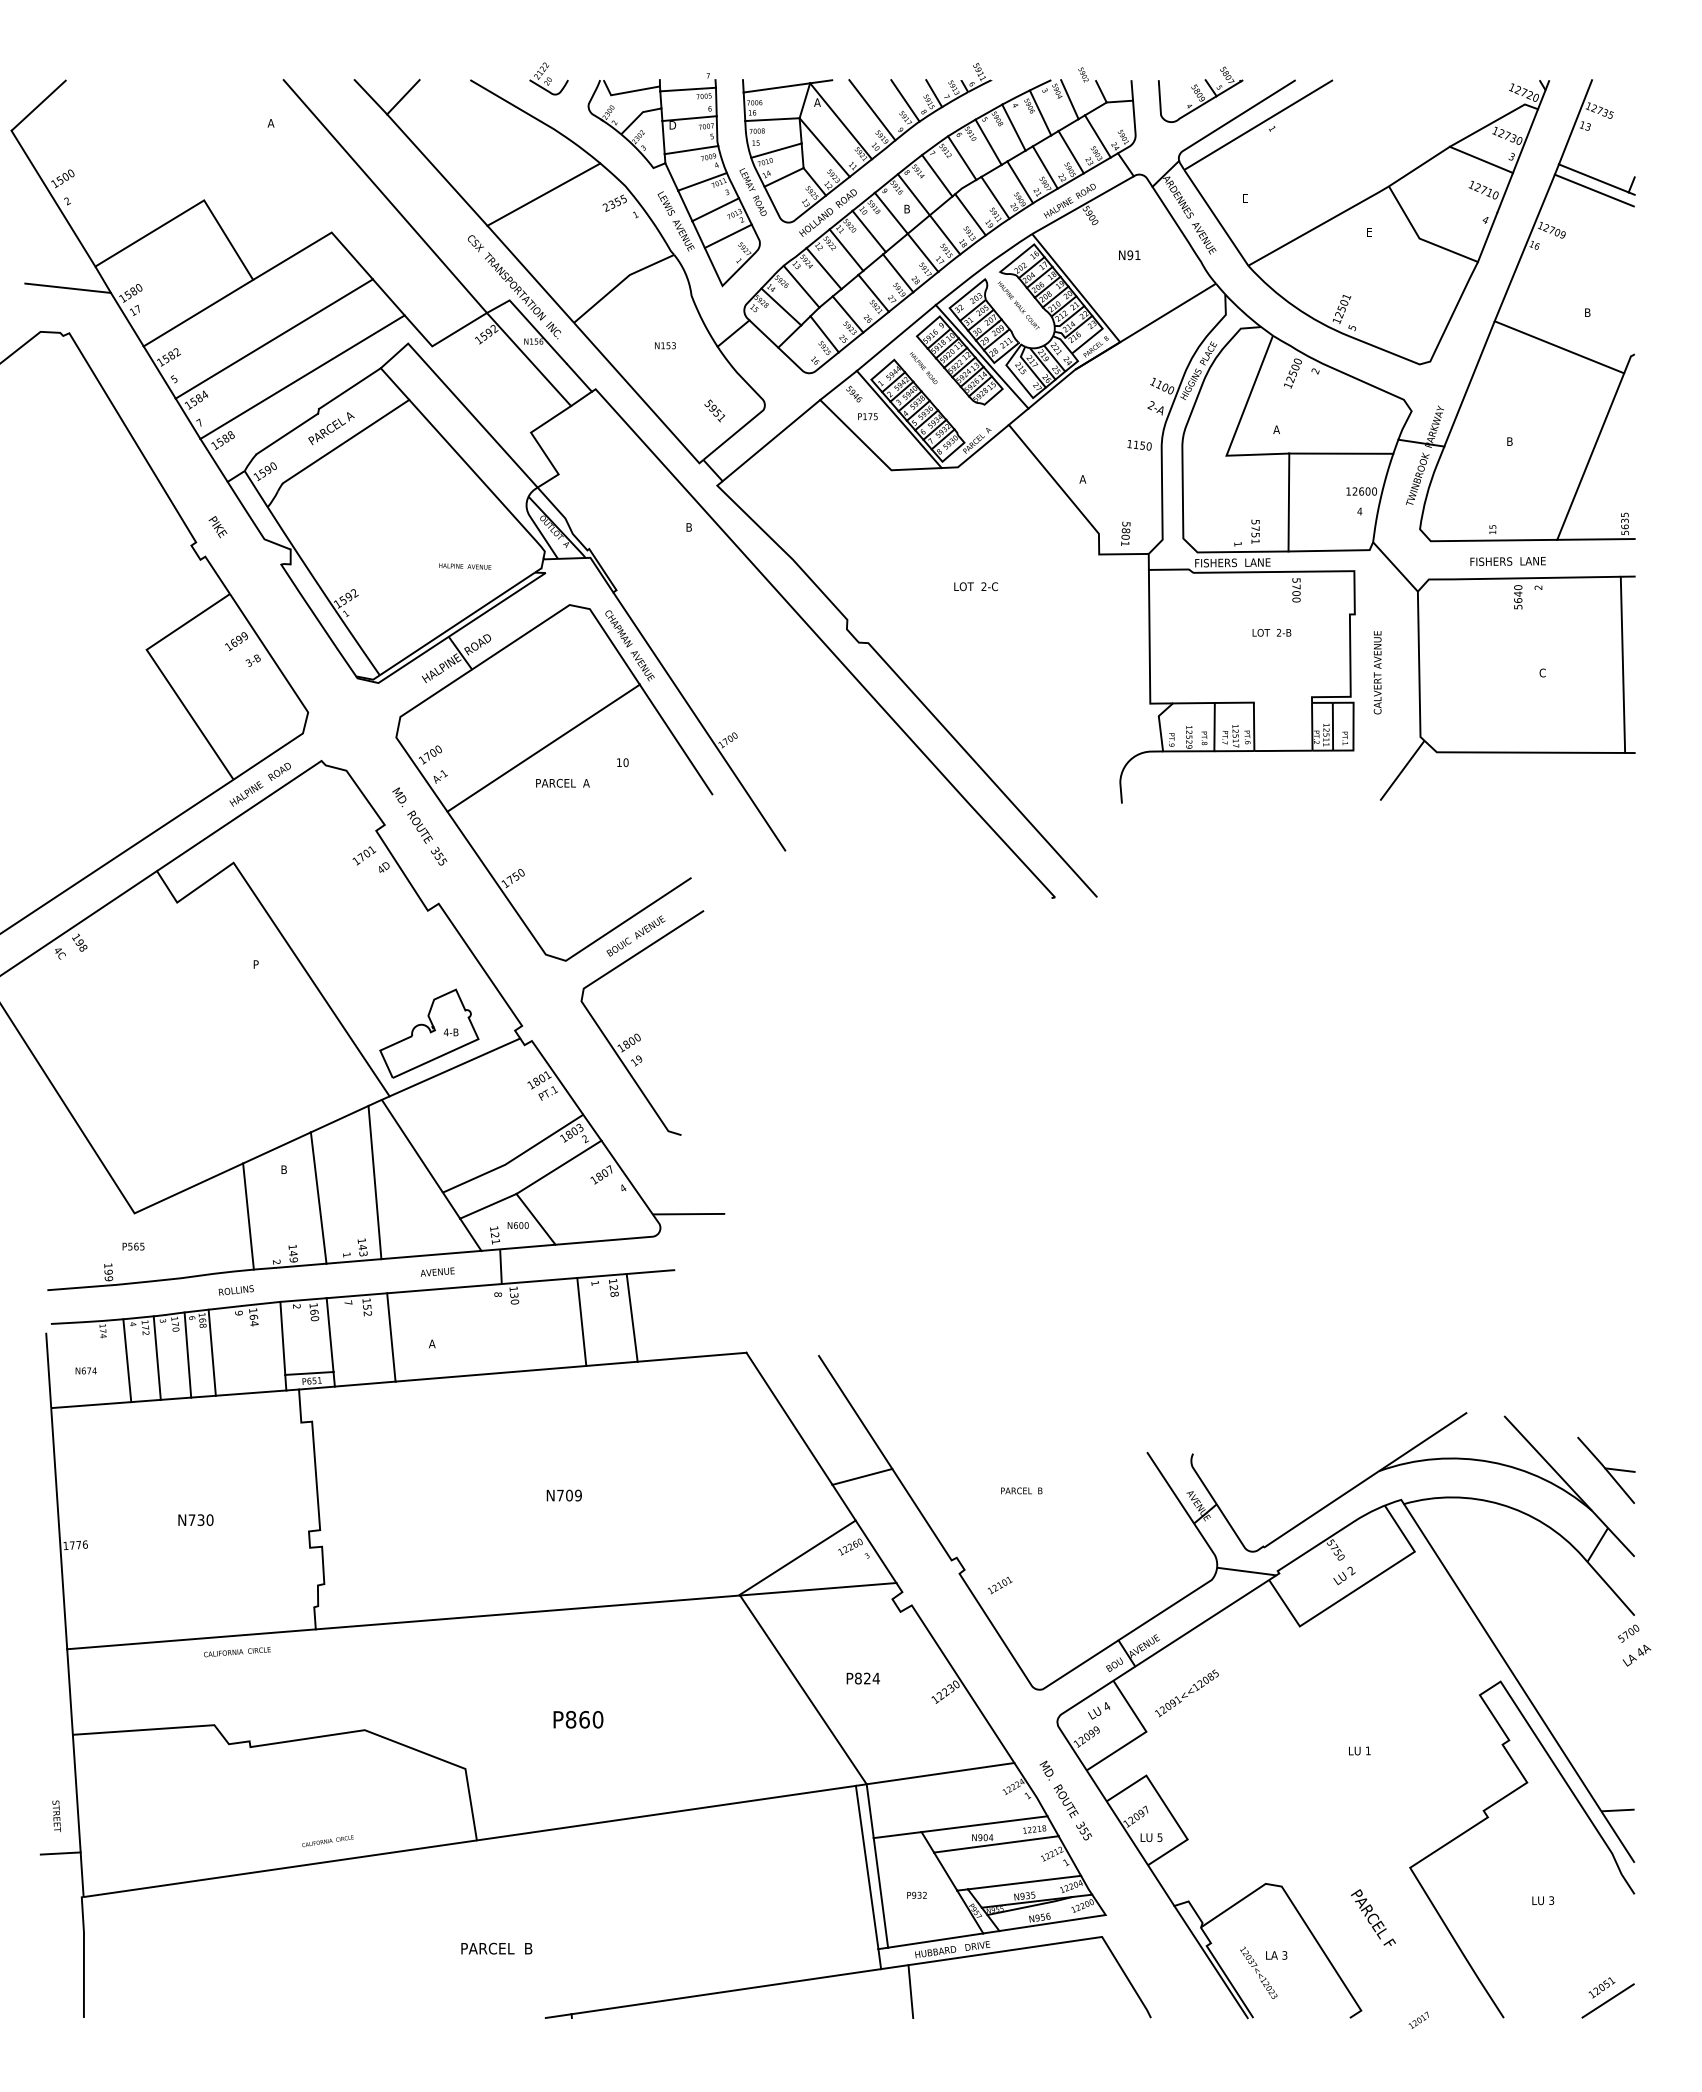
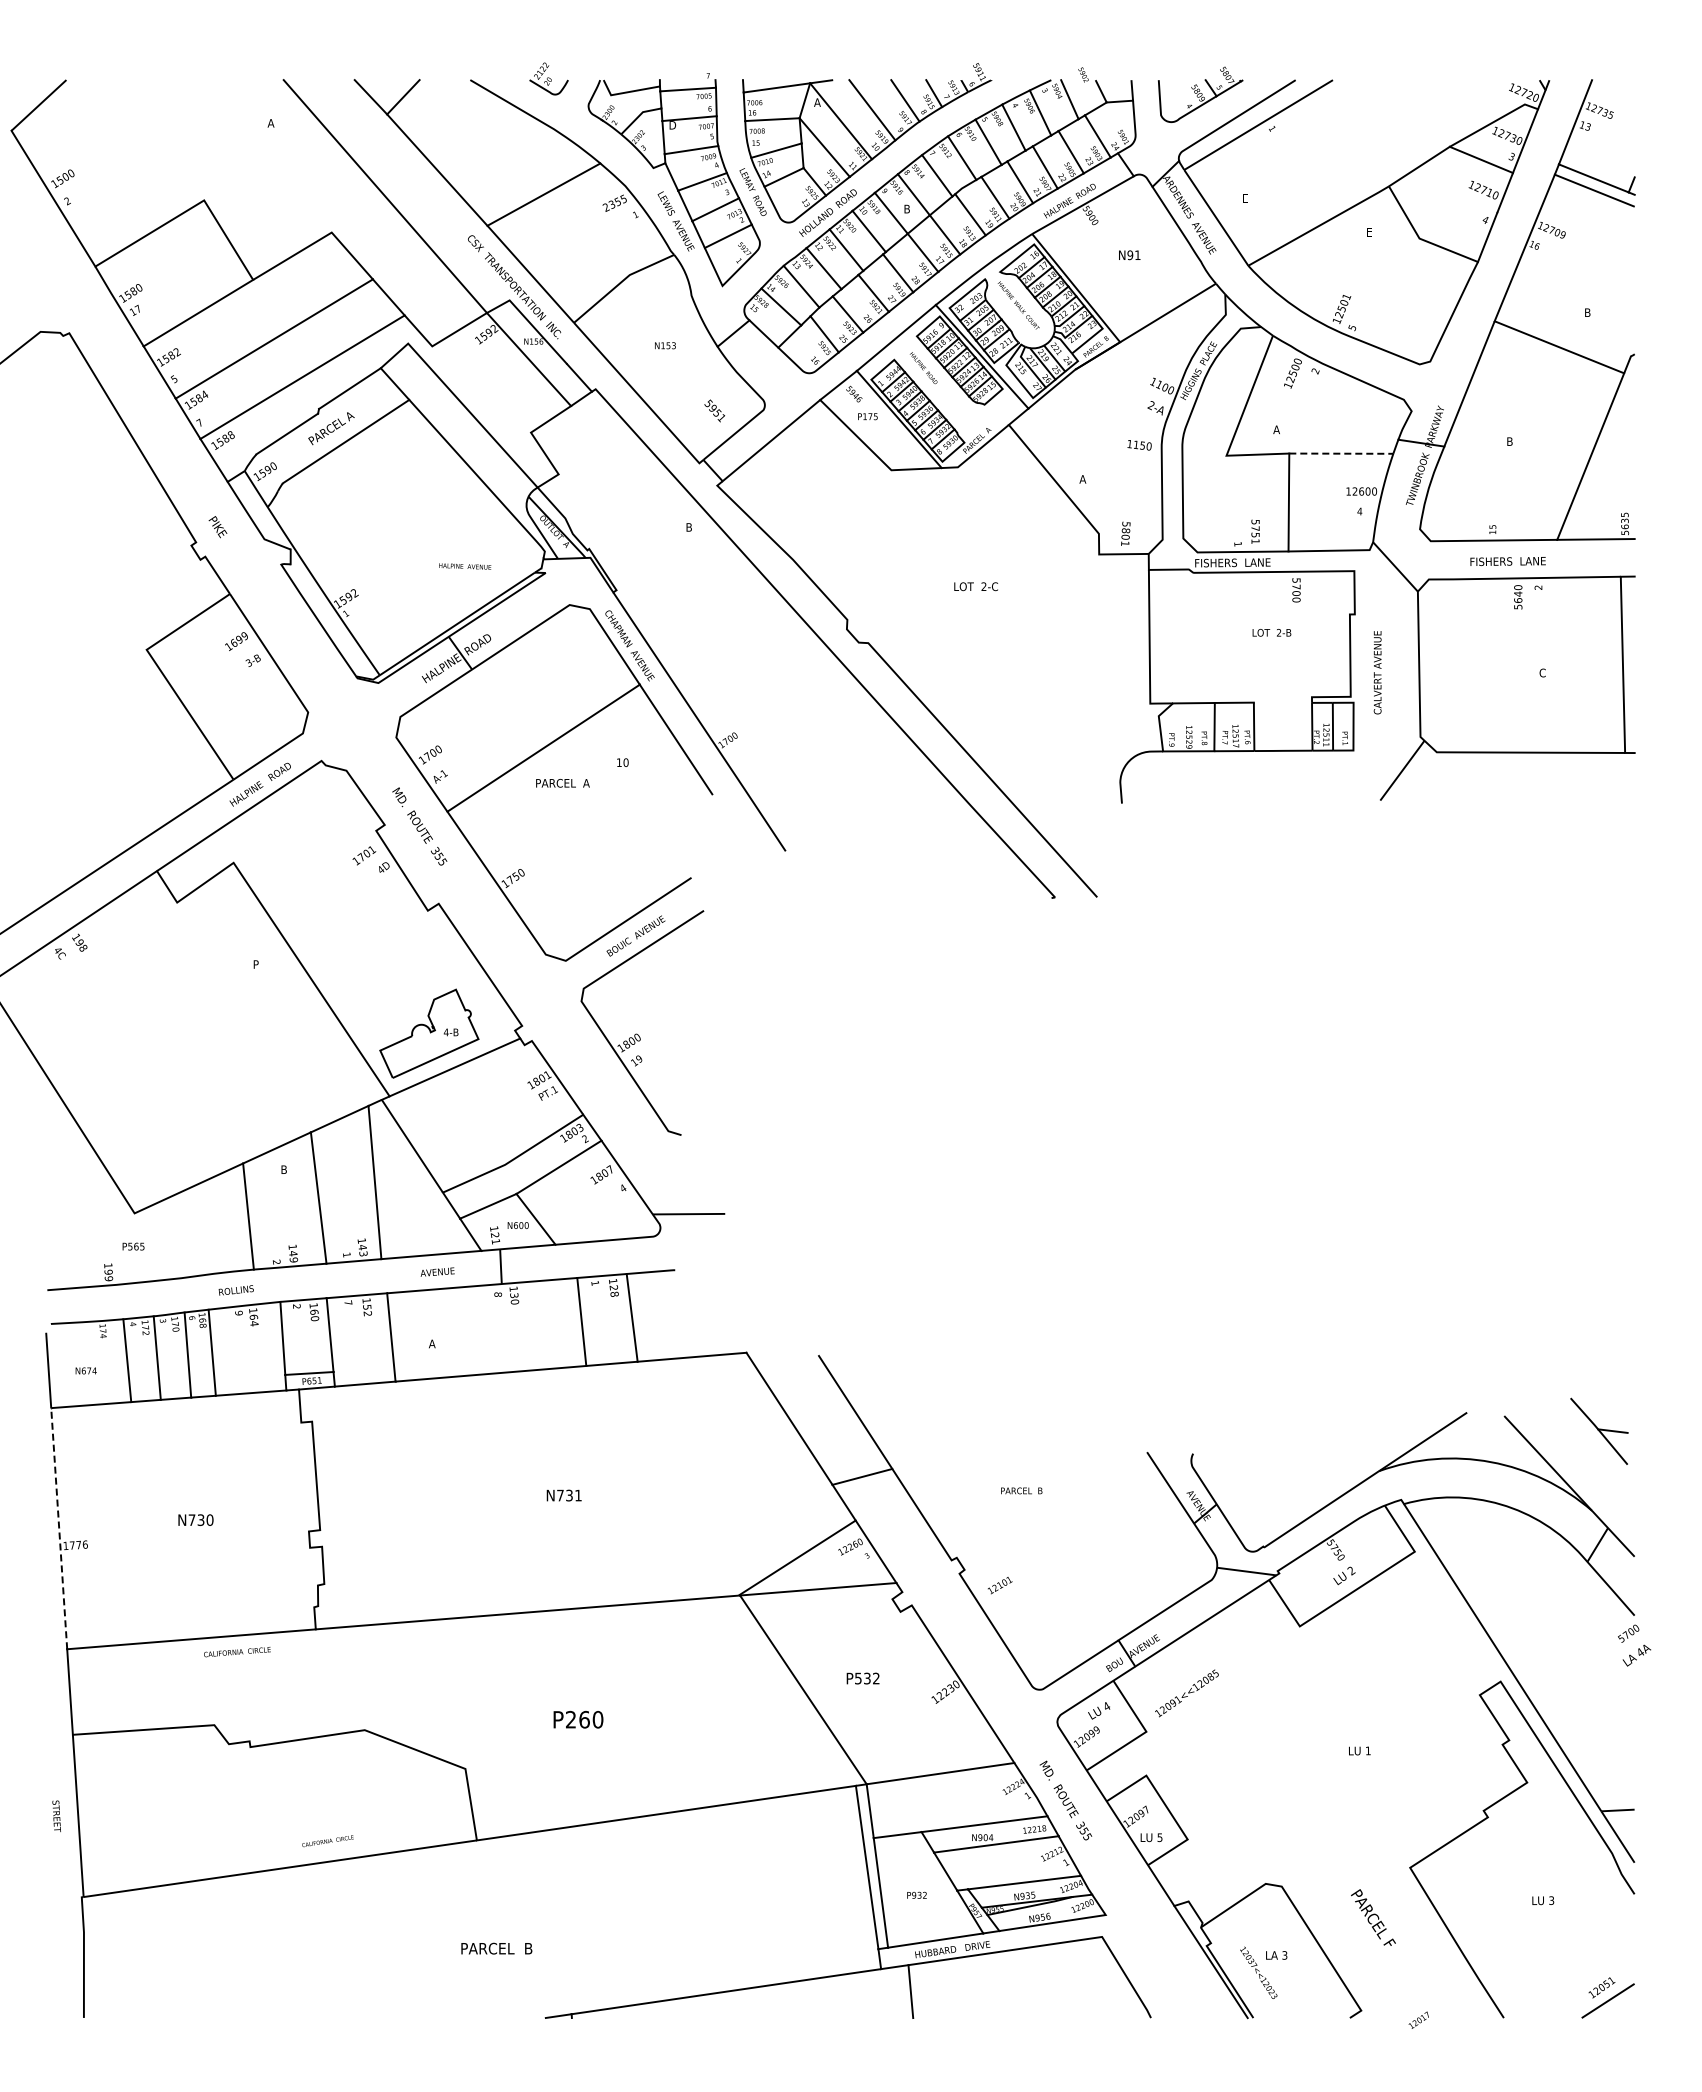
line at (67, 287): present -> none
line at (1341, 453): solid -> dashed
part at (1606, 1469) position: (1606, 1469) -> (1599, 1430)
text at (573, 1495): N709 -> N731
line at (59, 1527): solid -> dashed
text at (866, 1678): P824 -> P532
text at (570, 1719): P860 -> P260
line at (60, 1853): present -> none
